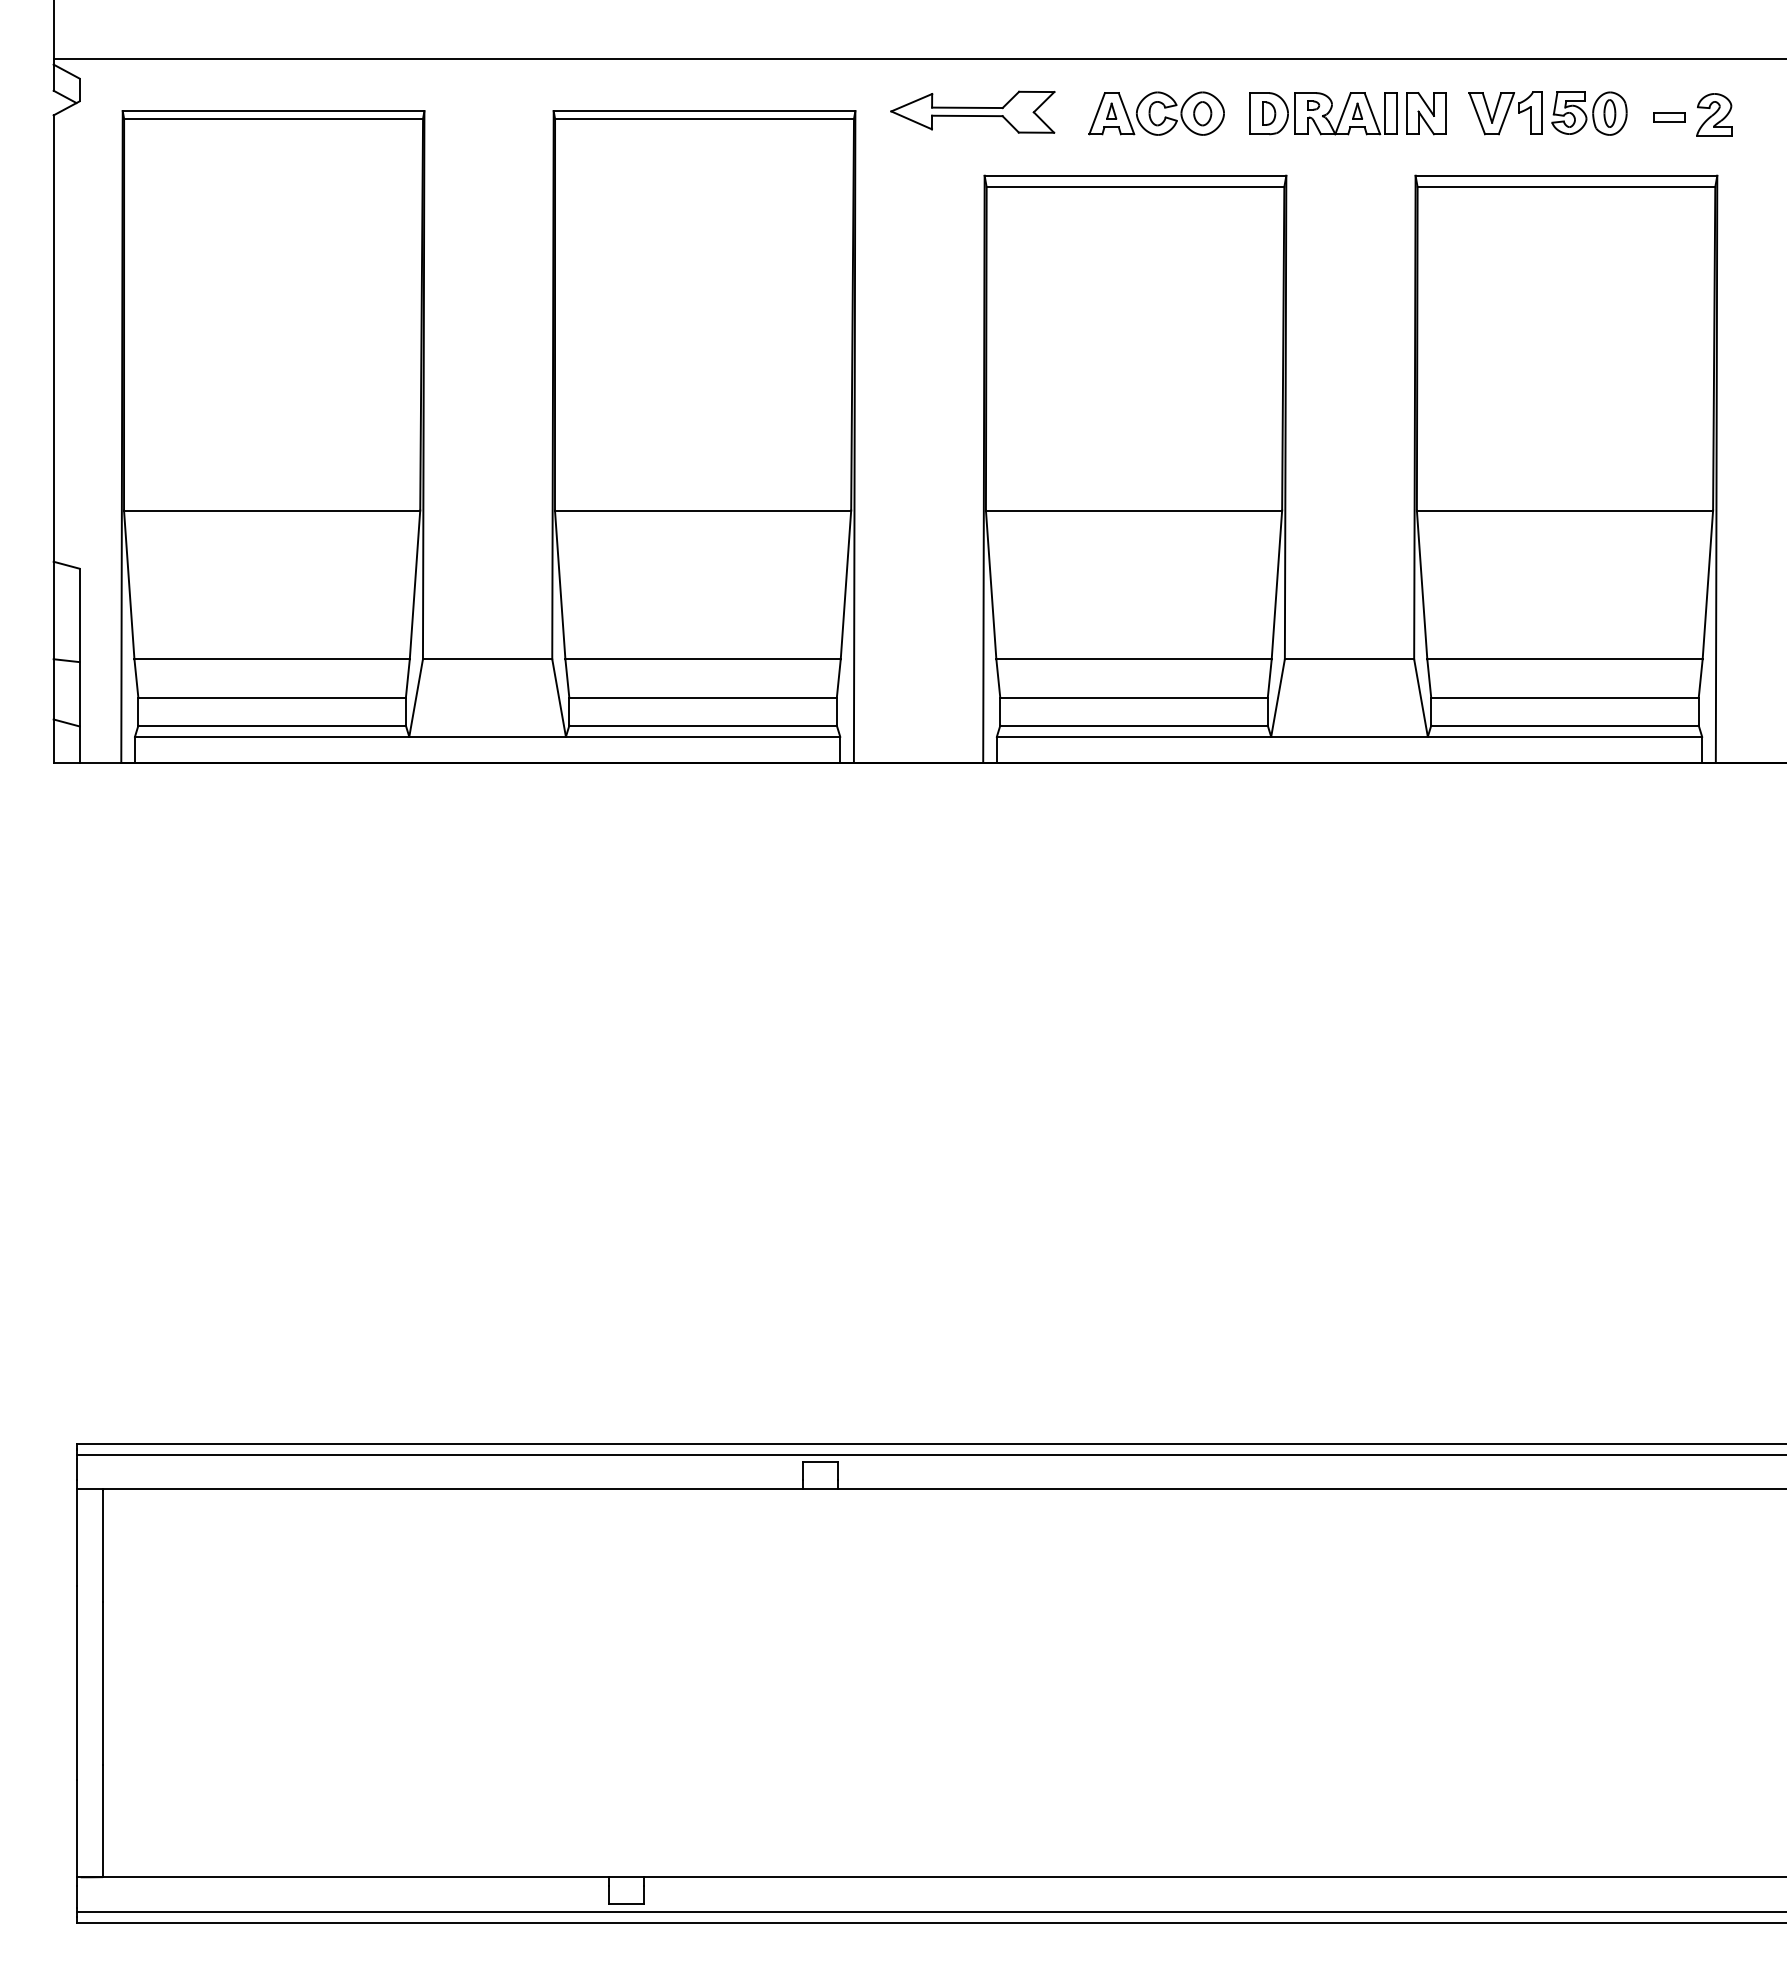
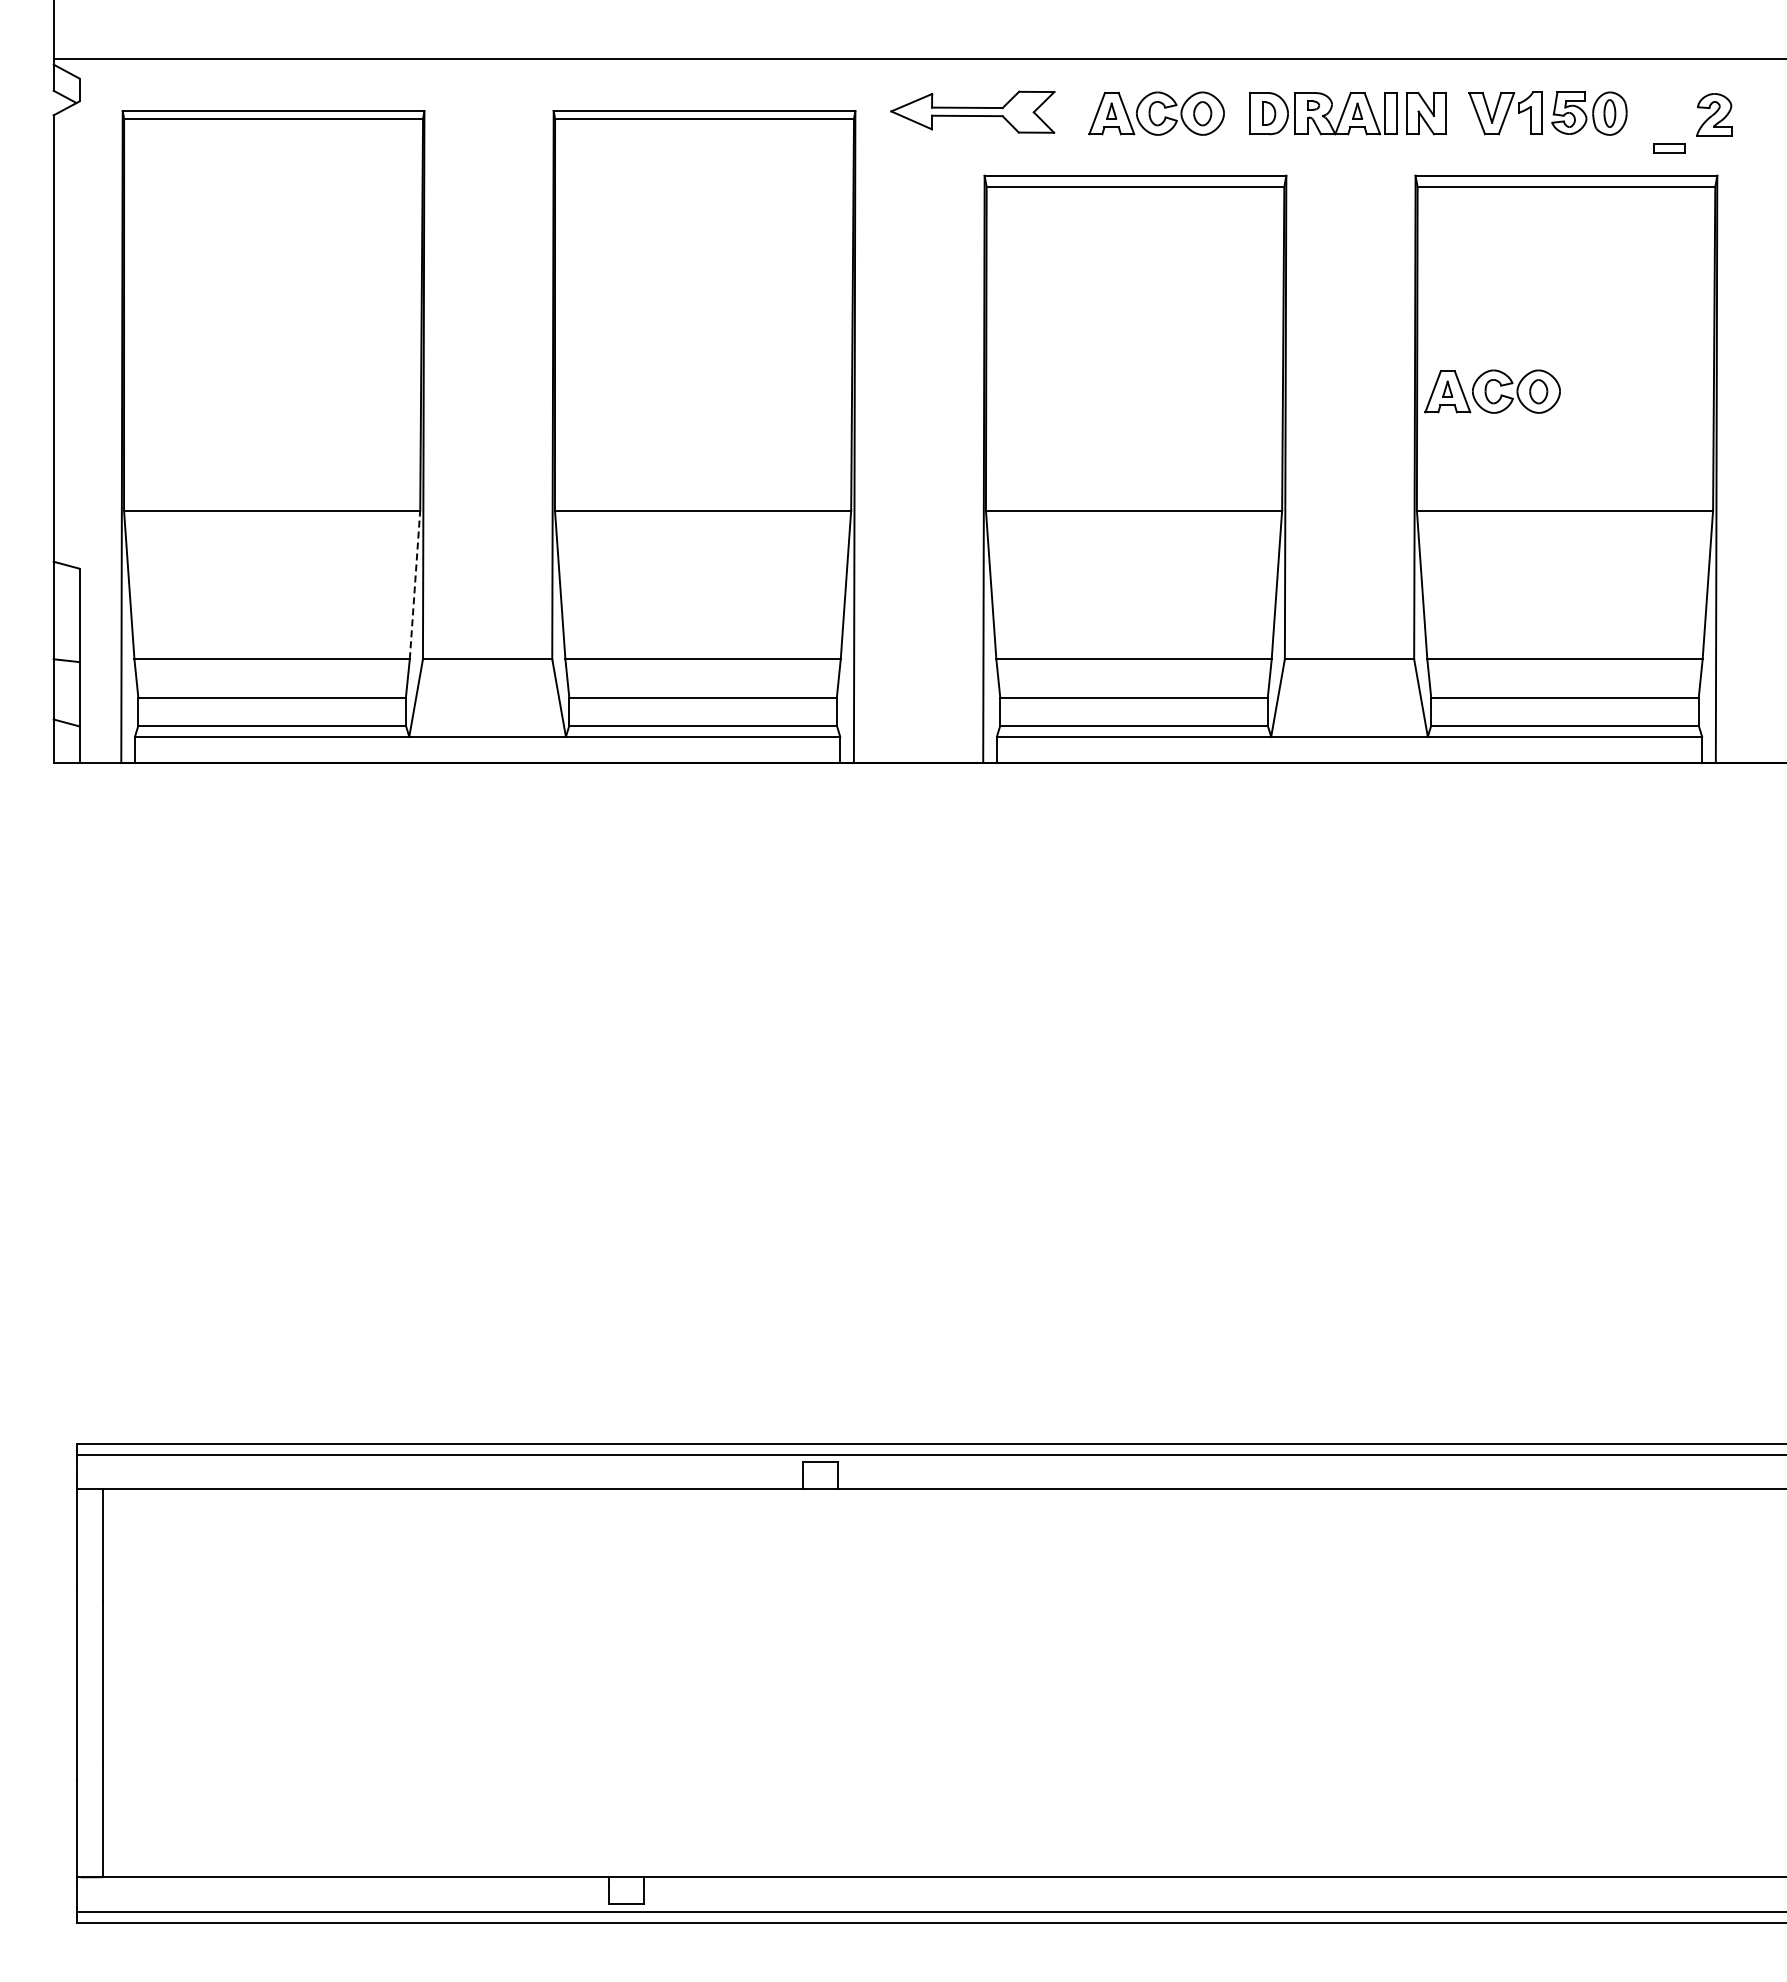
part at (1669, 117) position: (1669, 117) -> (1669, 148)
part at (1492, 391): none -> present
line at (415, 584): solid -> dashed
